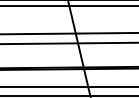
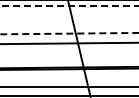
line at (69, 5): solid -> dashed
line at (69, 33): solid -> dashed
